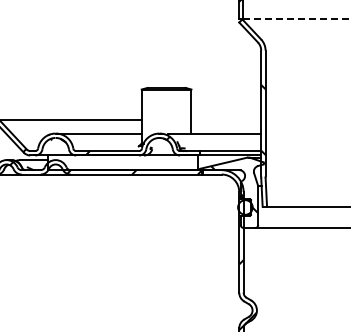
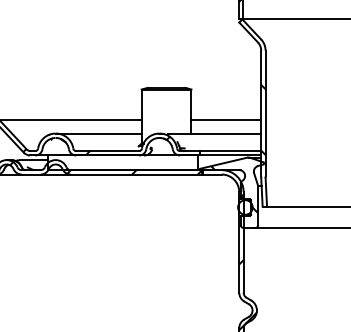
line at (296, 19): dashed -> solid
line at (226, 120): none -> present
